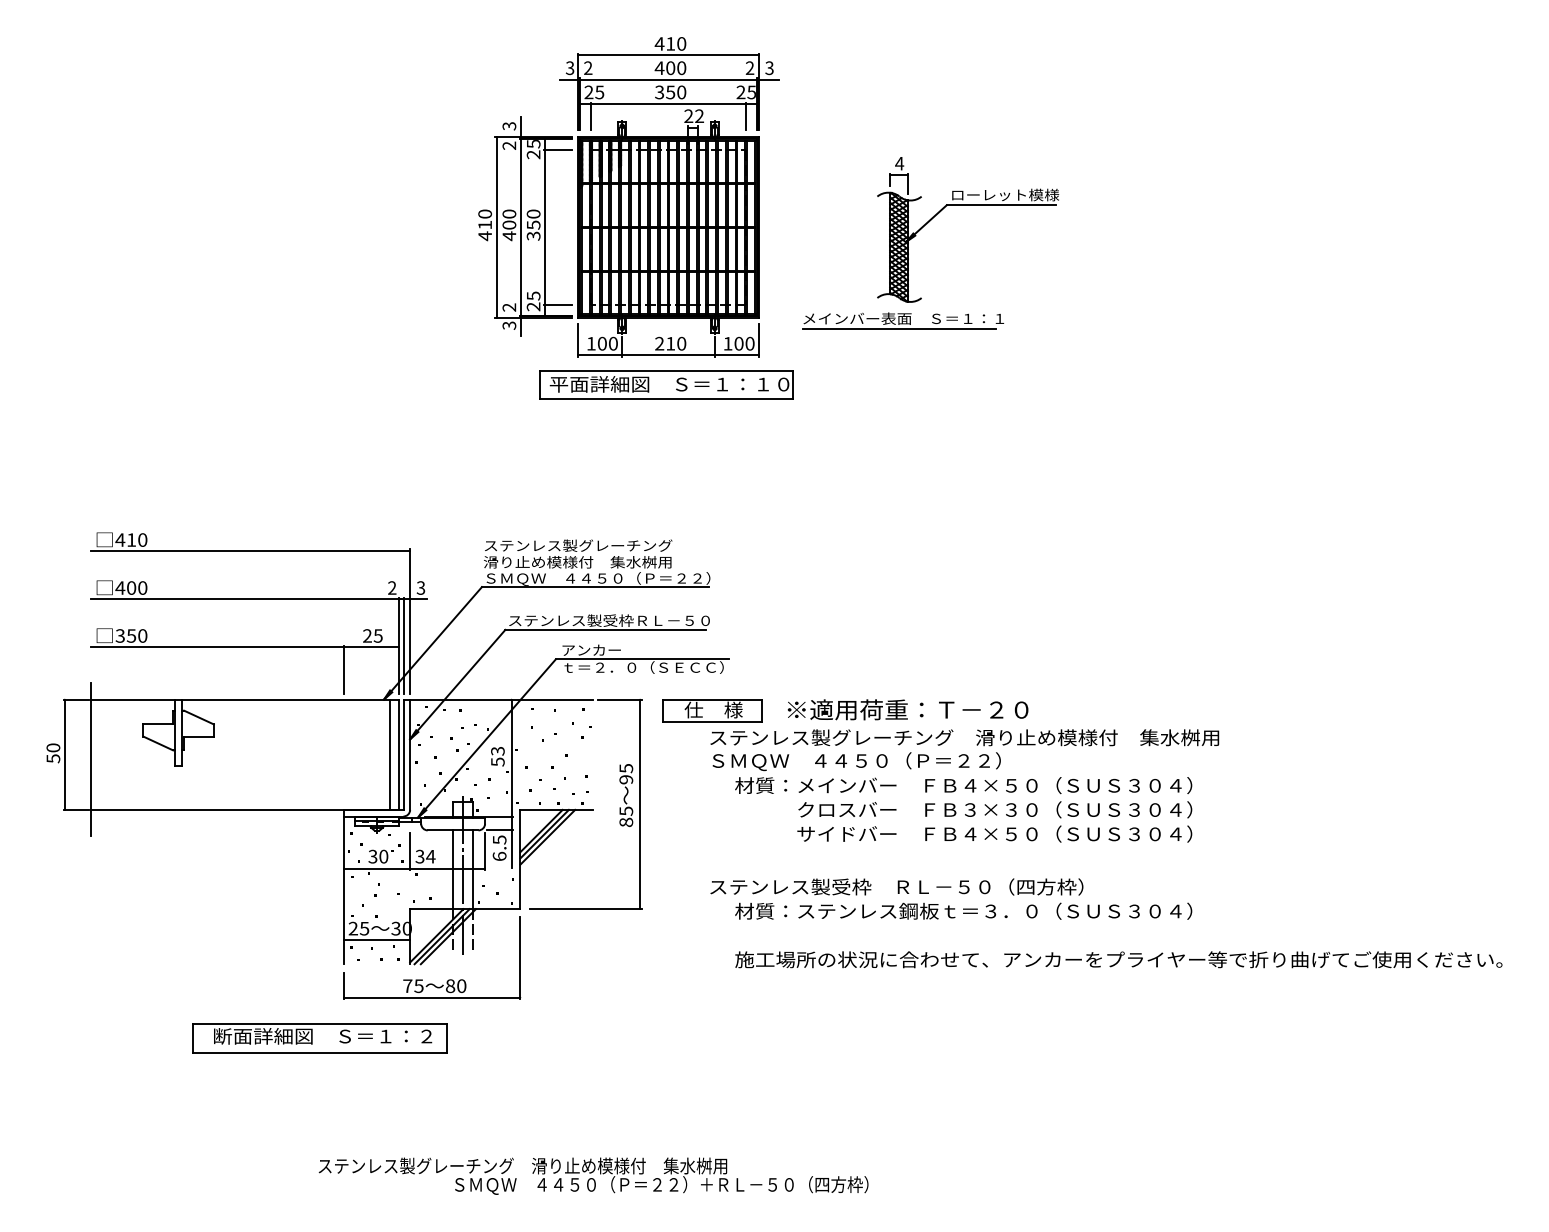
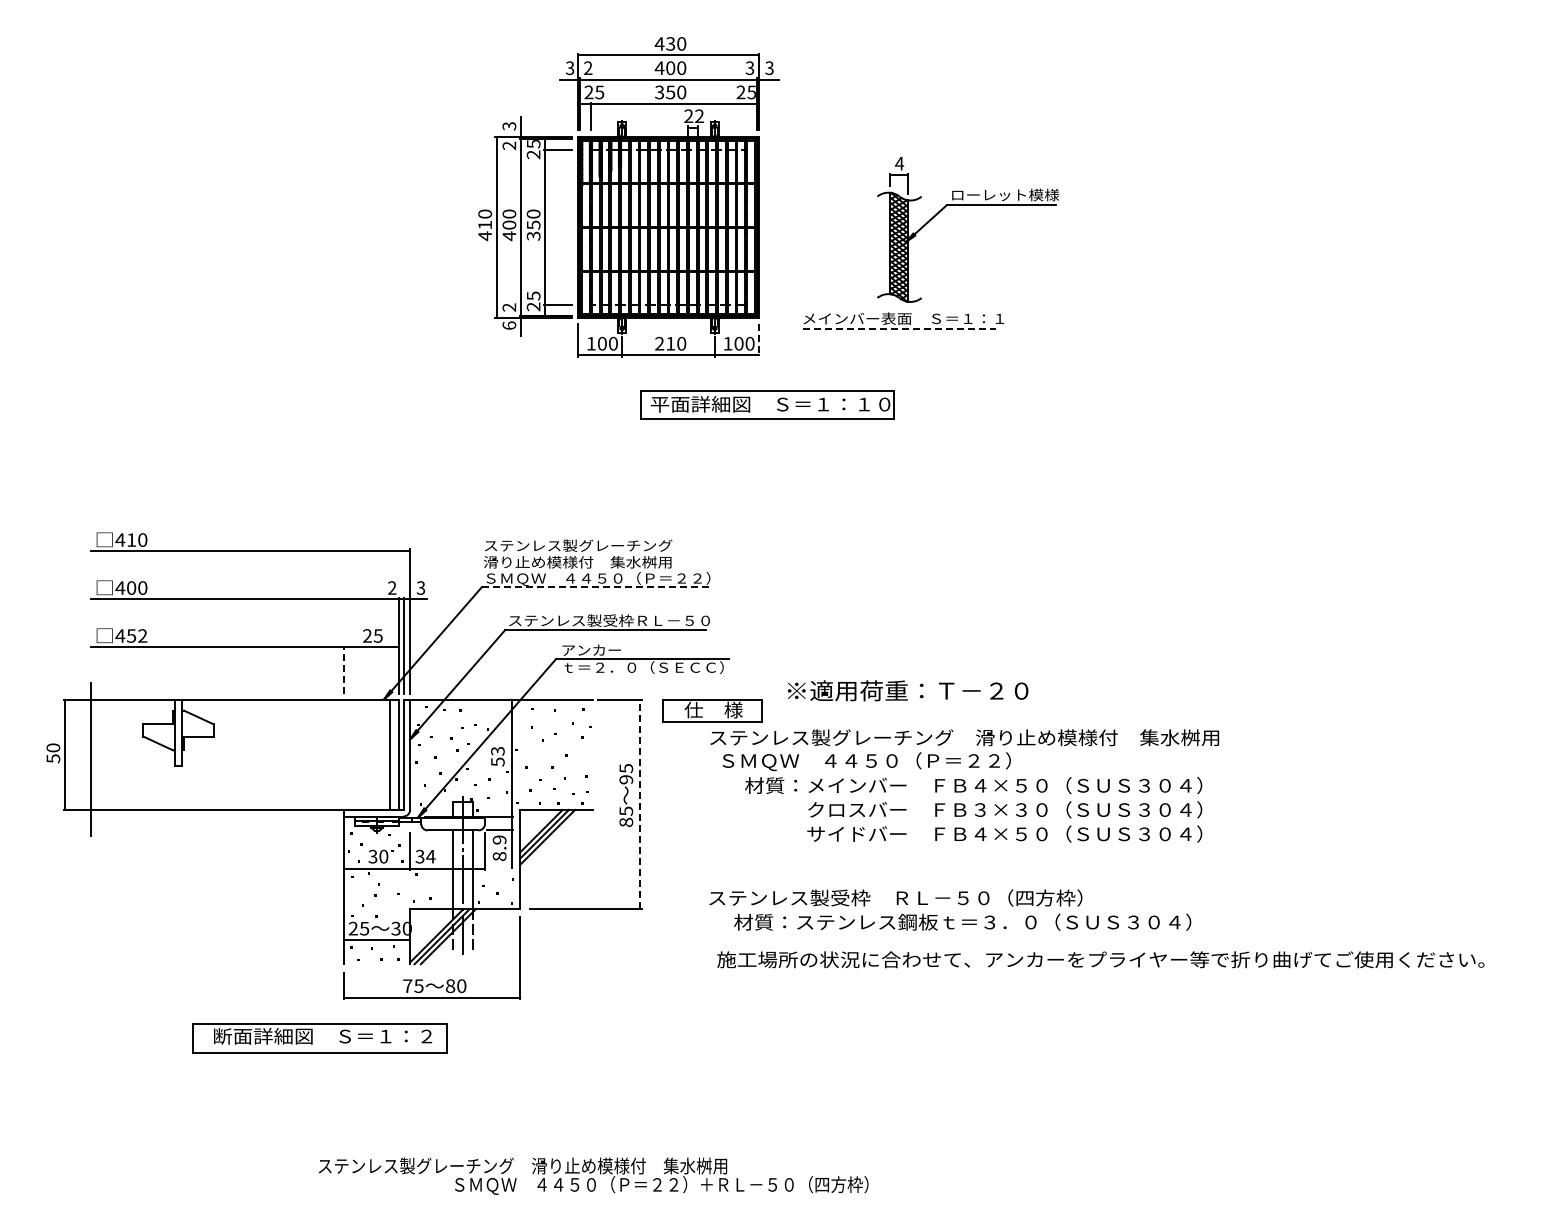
text at (670, 43): 410 -> 430
text at (749, 68): 2 -> 3
line at (745, 116): present -> none
text at (509, 325): 3 -> 6
line at (899, 328): solid -> dashed
line at (758, 340): solid -> dashed
part at (666, 384) position: (666, 384) -> (767, 404)
line at (595, 587): solid -> dashed
text at (131, 635): 350 -> 452
line at (343, 670): solid -> dashed
text at (907, 709) position: (907, 709) -> (907, 690)
text at (952, 797) position: (952, 797) -> (962, 797)
line at (640, 804): solid -> dashed
text at (499, 847): 6.5 -> 8.9
text at (951, 898) position: (951, 898) -> (950, 909)
text at (1118, 959) position: (1118, 959) -> (1100, 959)
